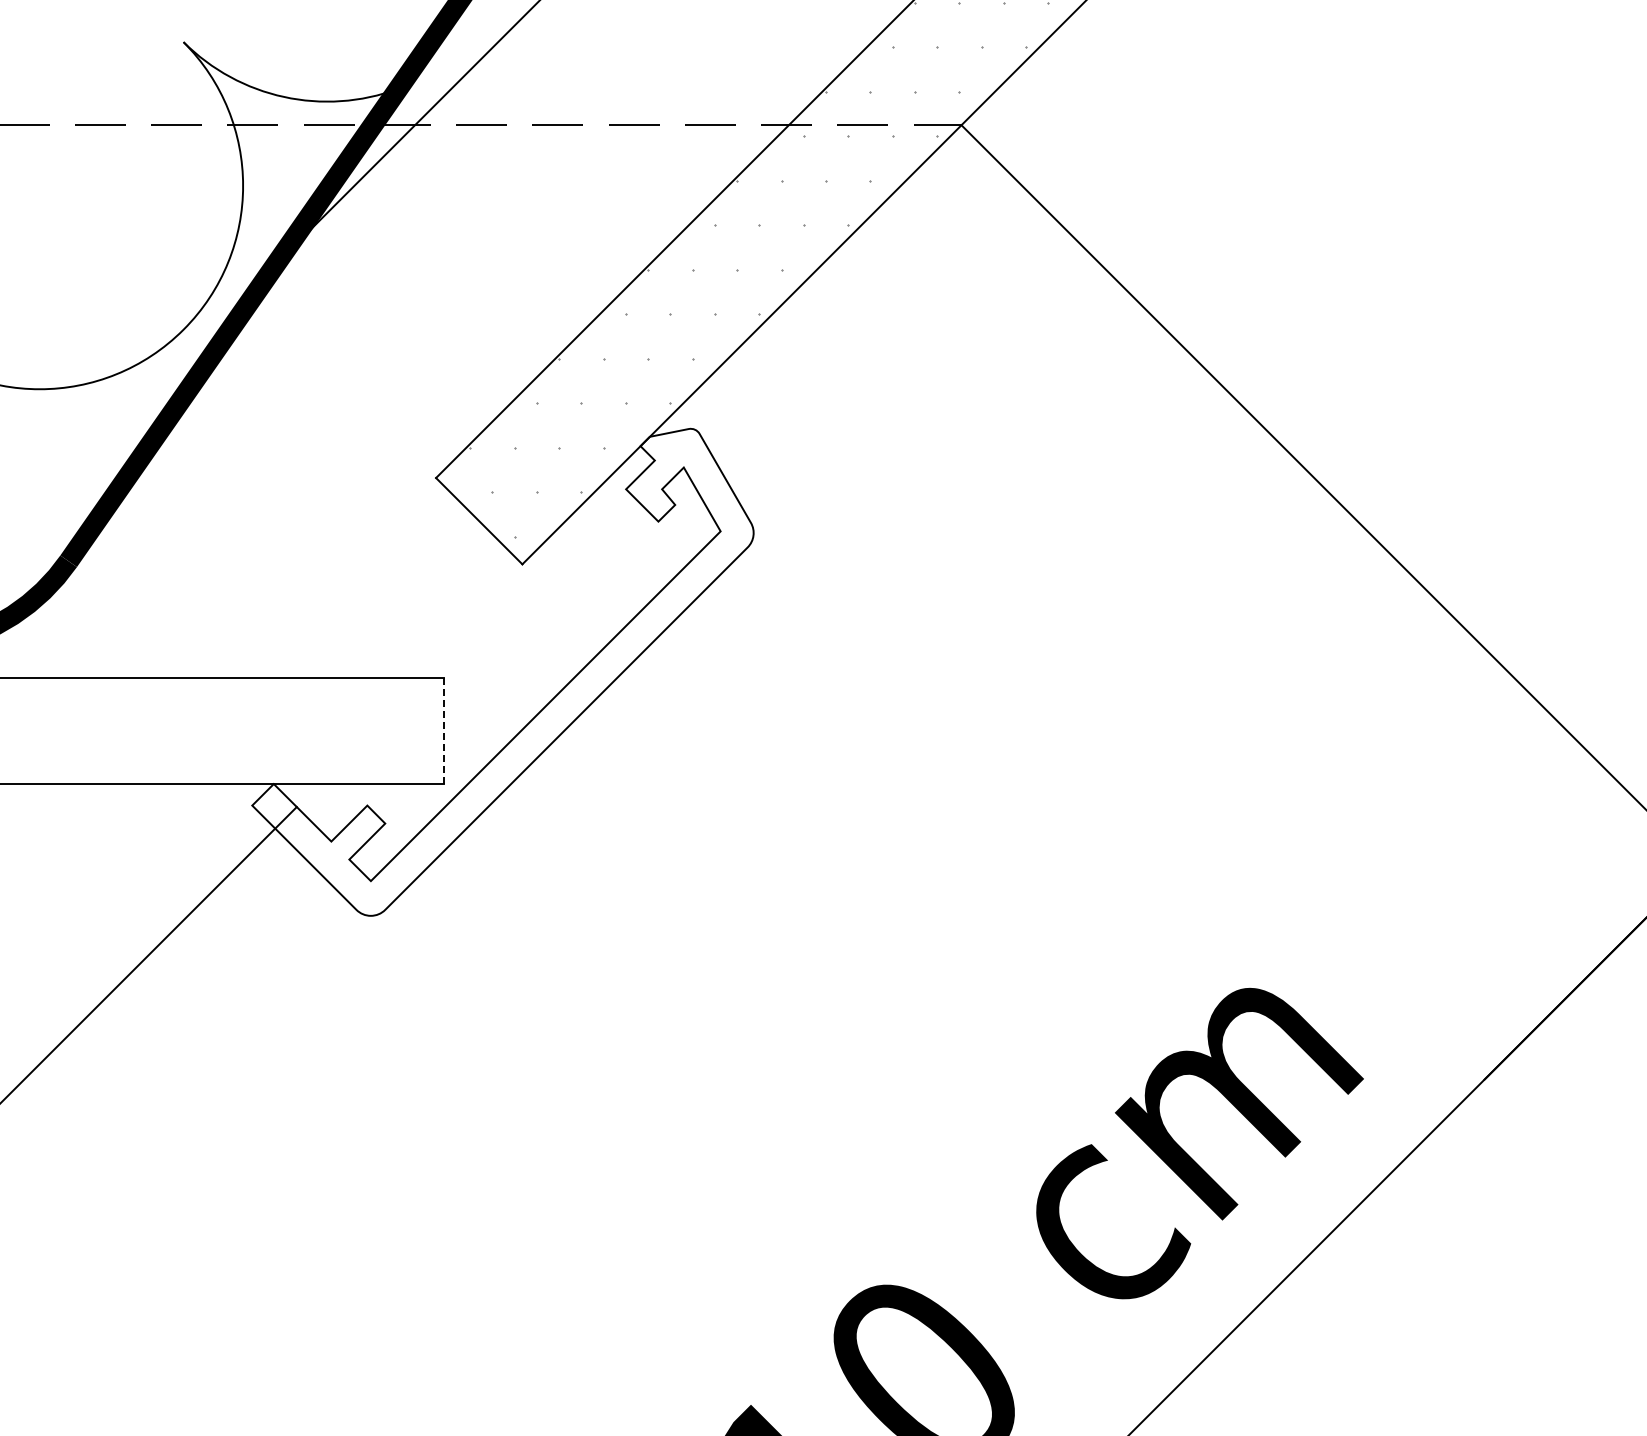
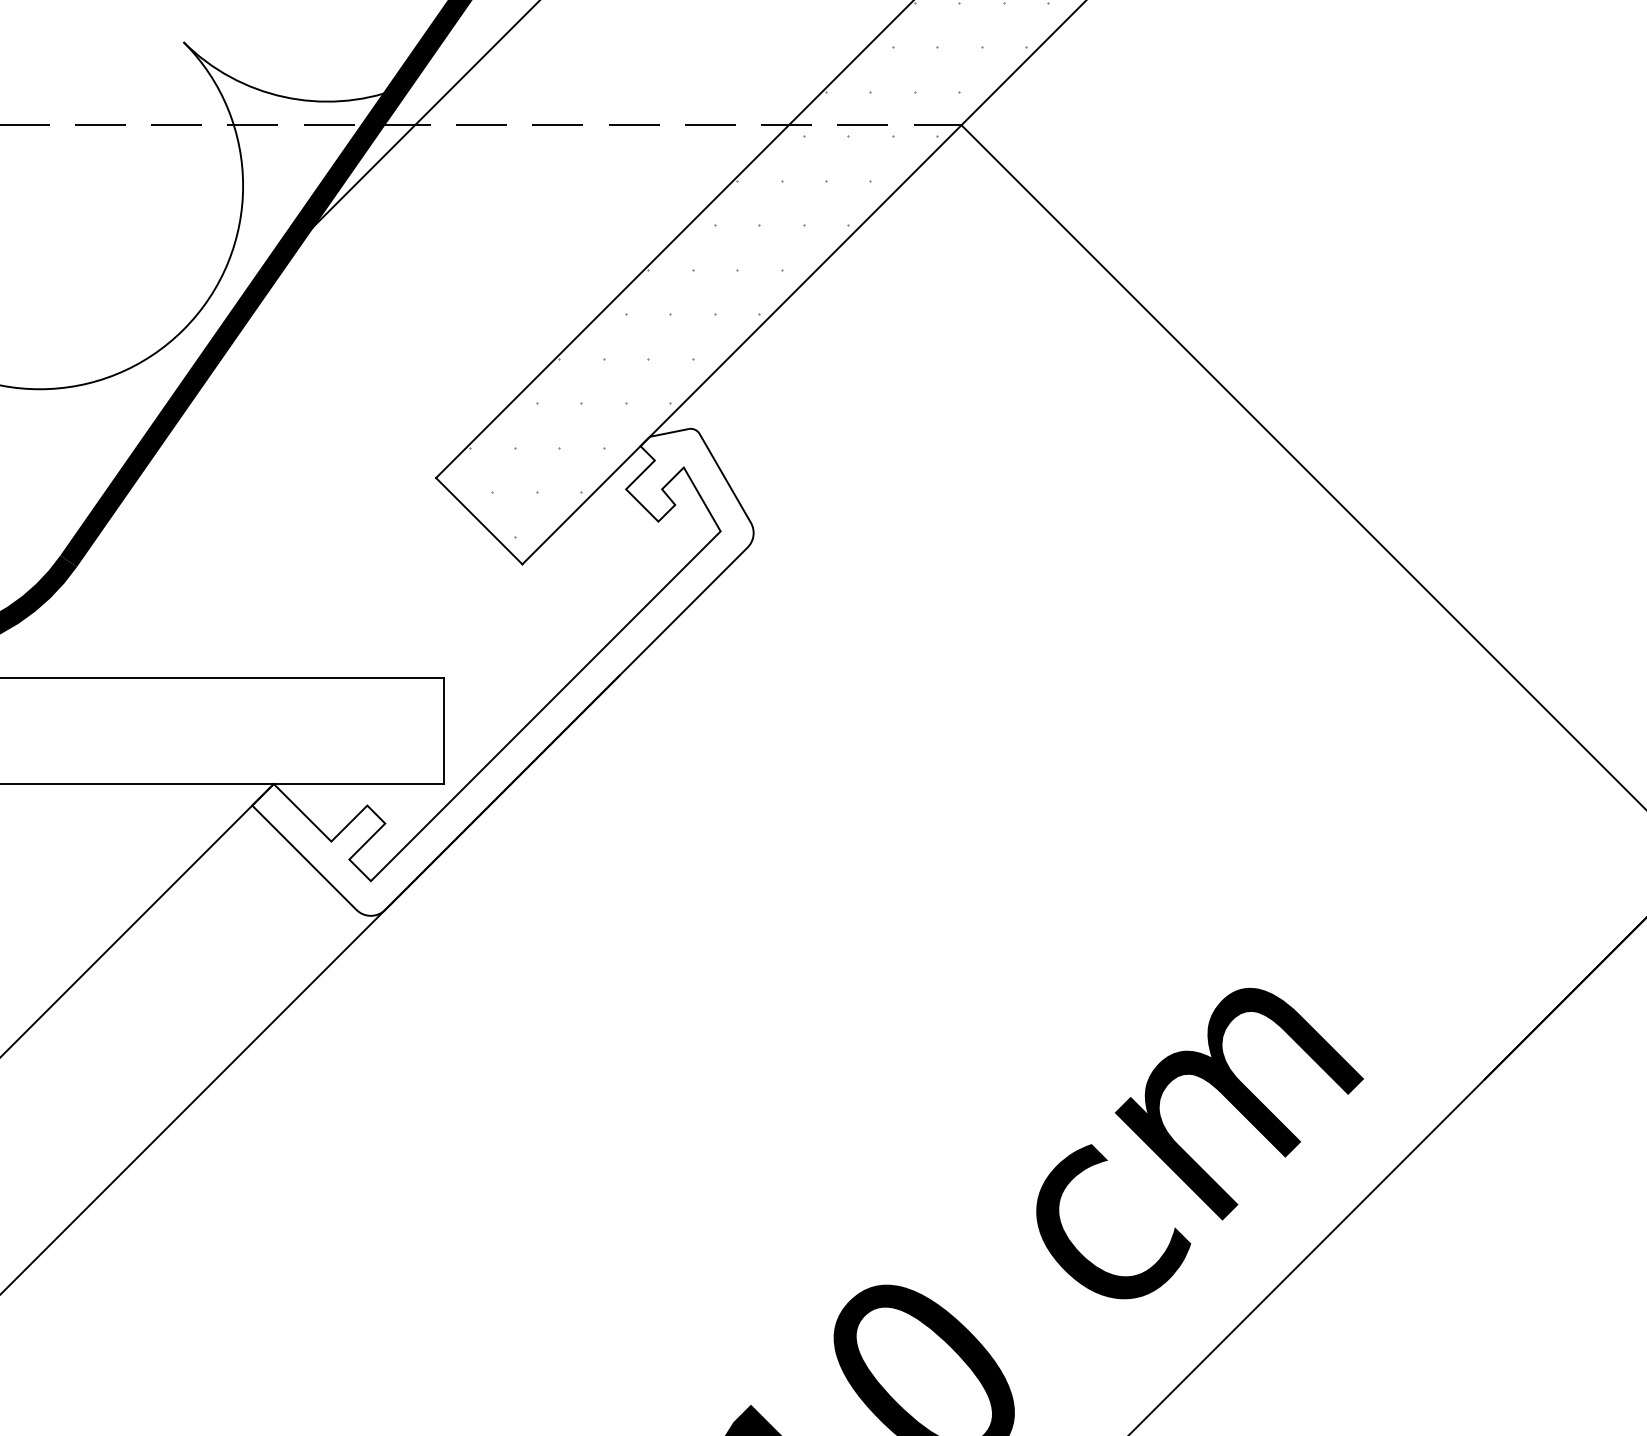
line at (444, 731): dashed -> solid
line at (149, 954) position: (149, 954) -> (137, 919)
line at (310, 983): none -> present
